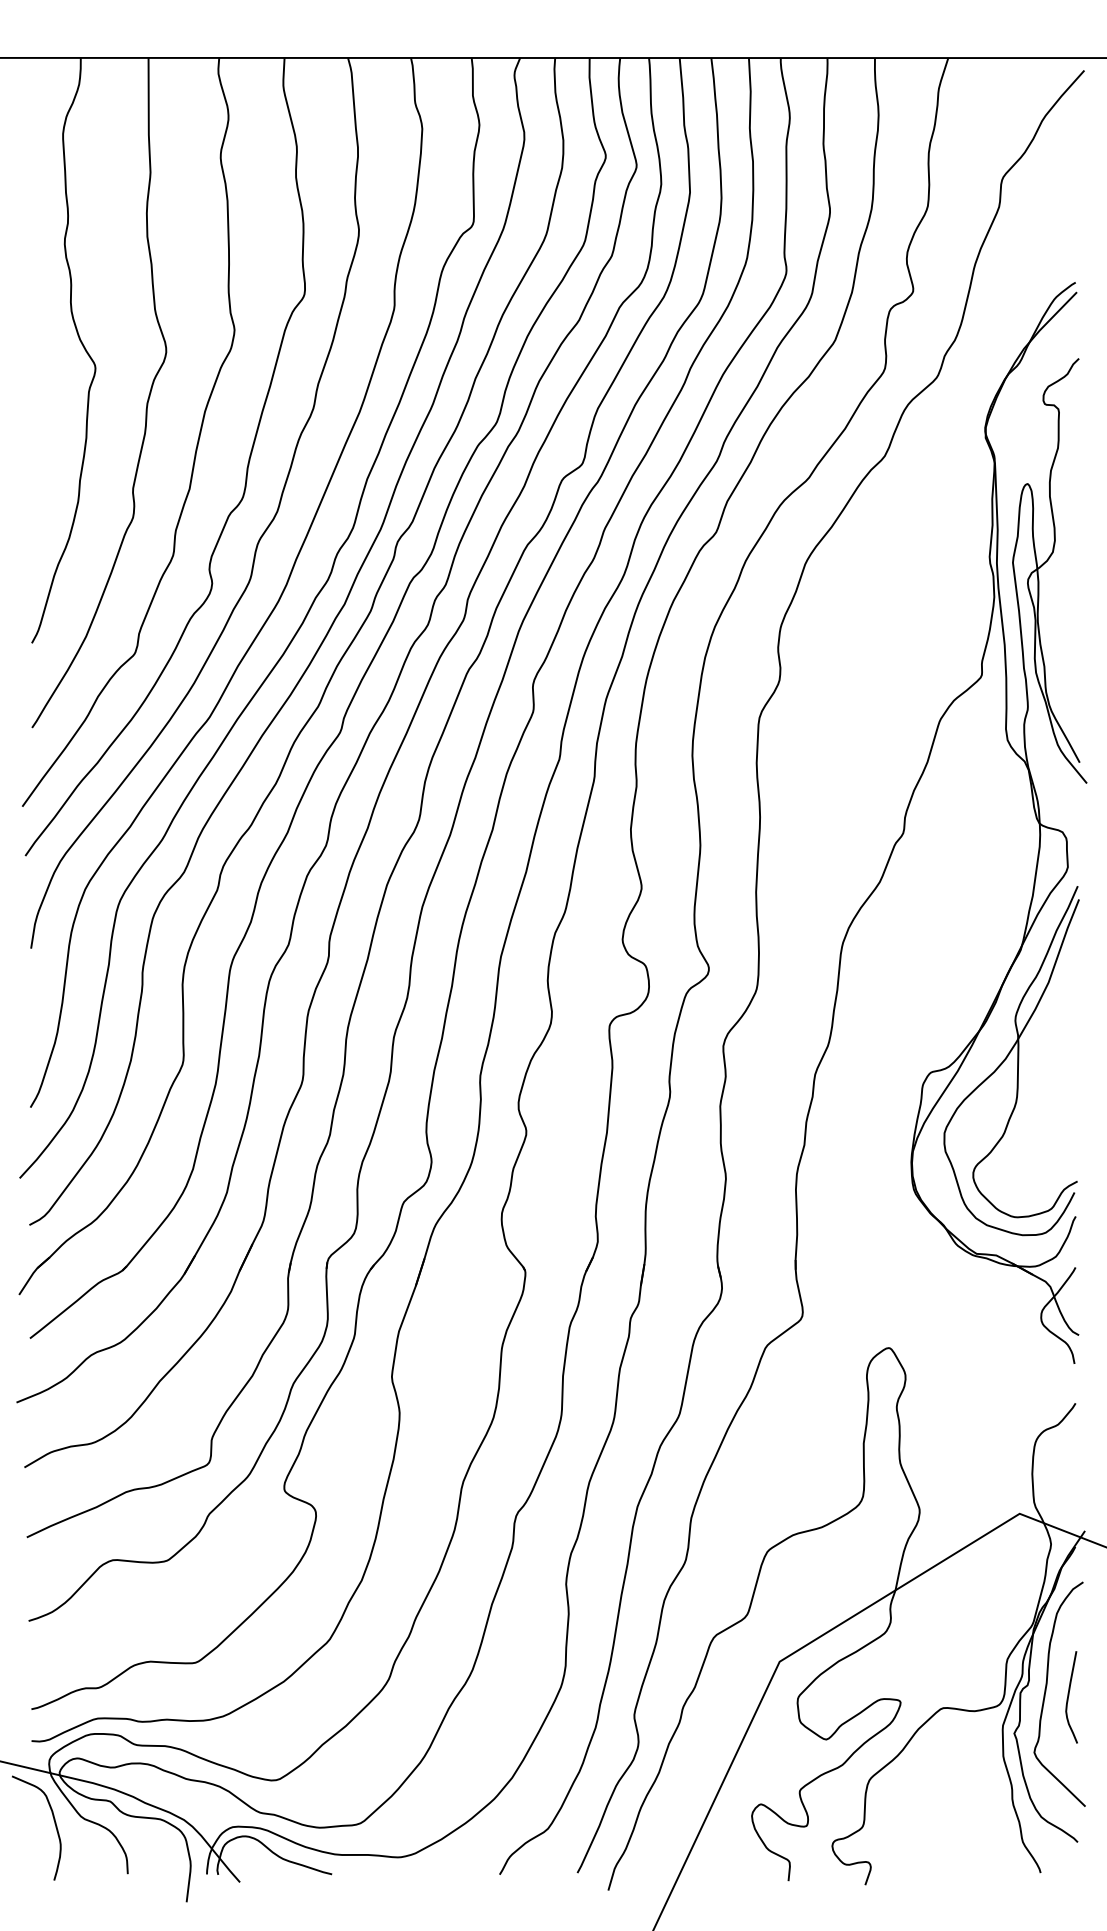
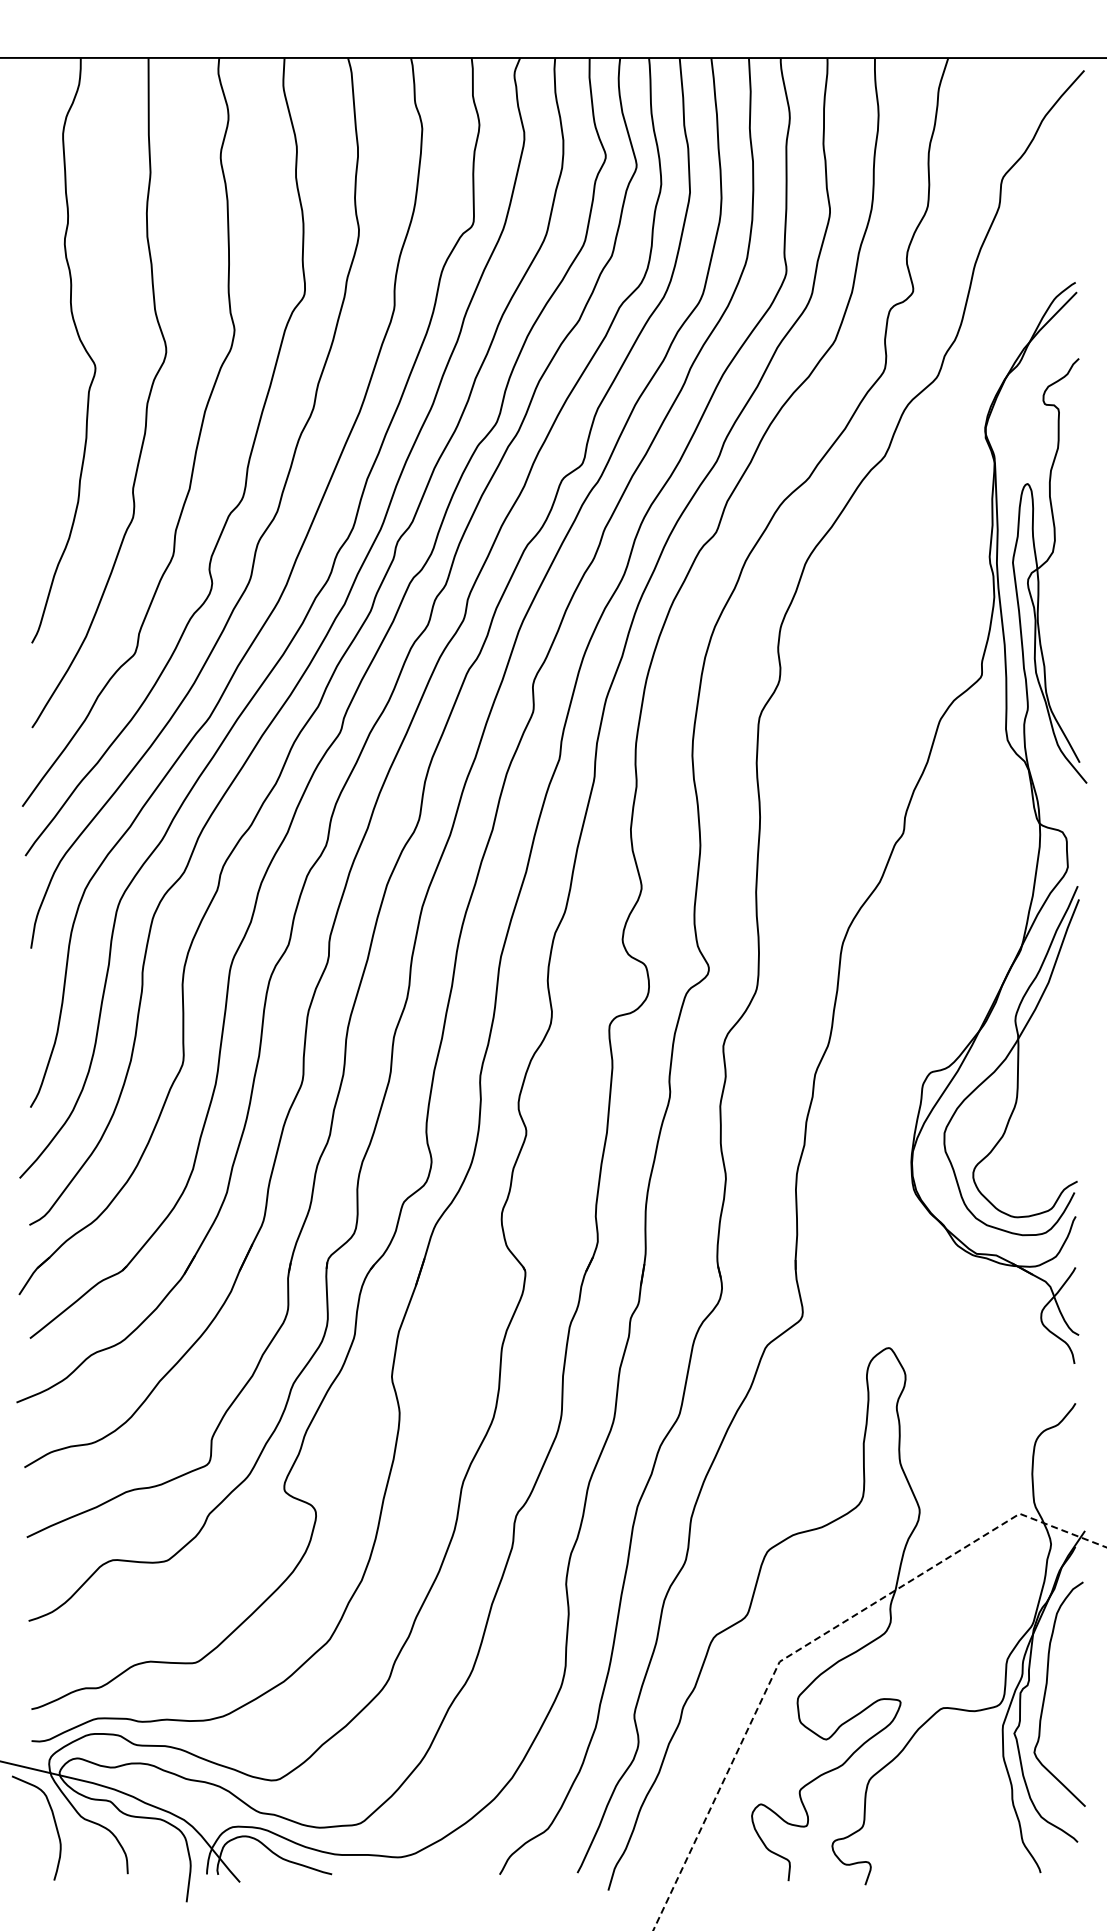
line at (812, 1641): solid -> dashed
curve at (1069, 1696): present -> none
